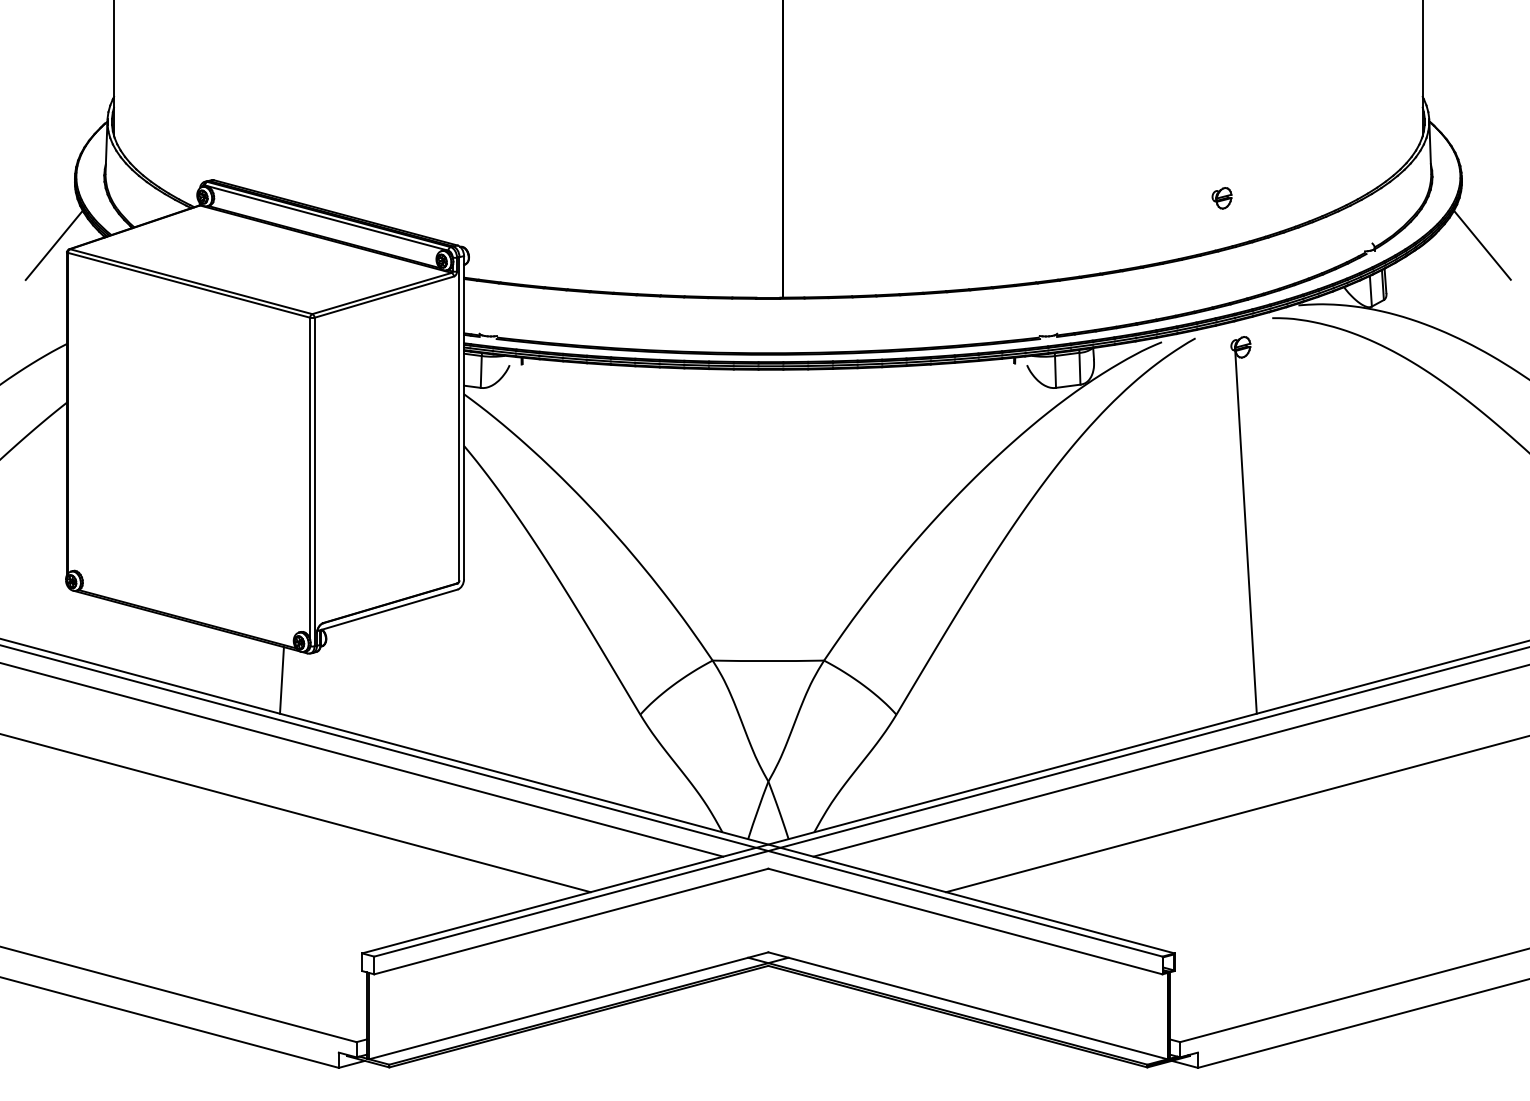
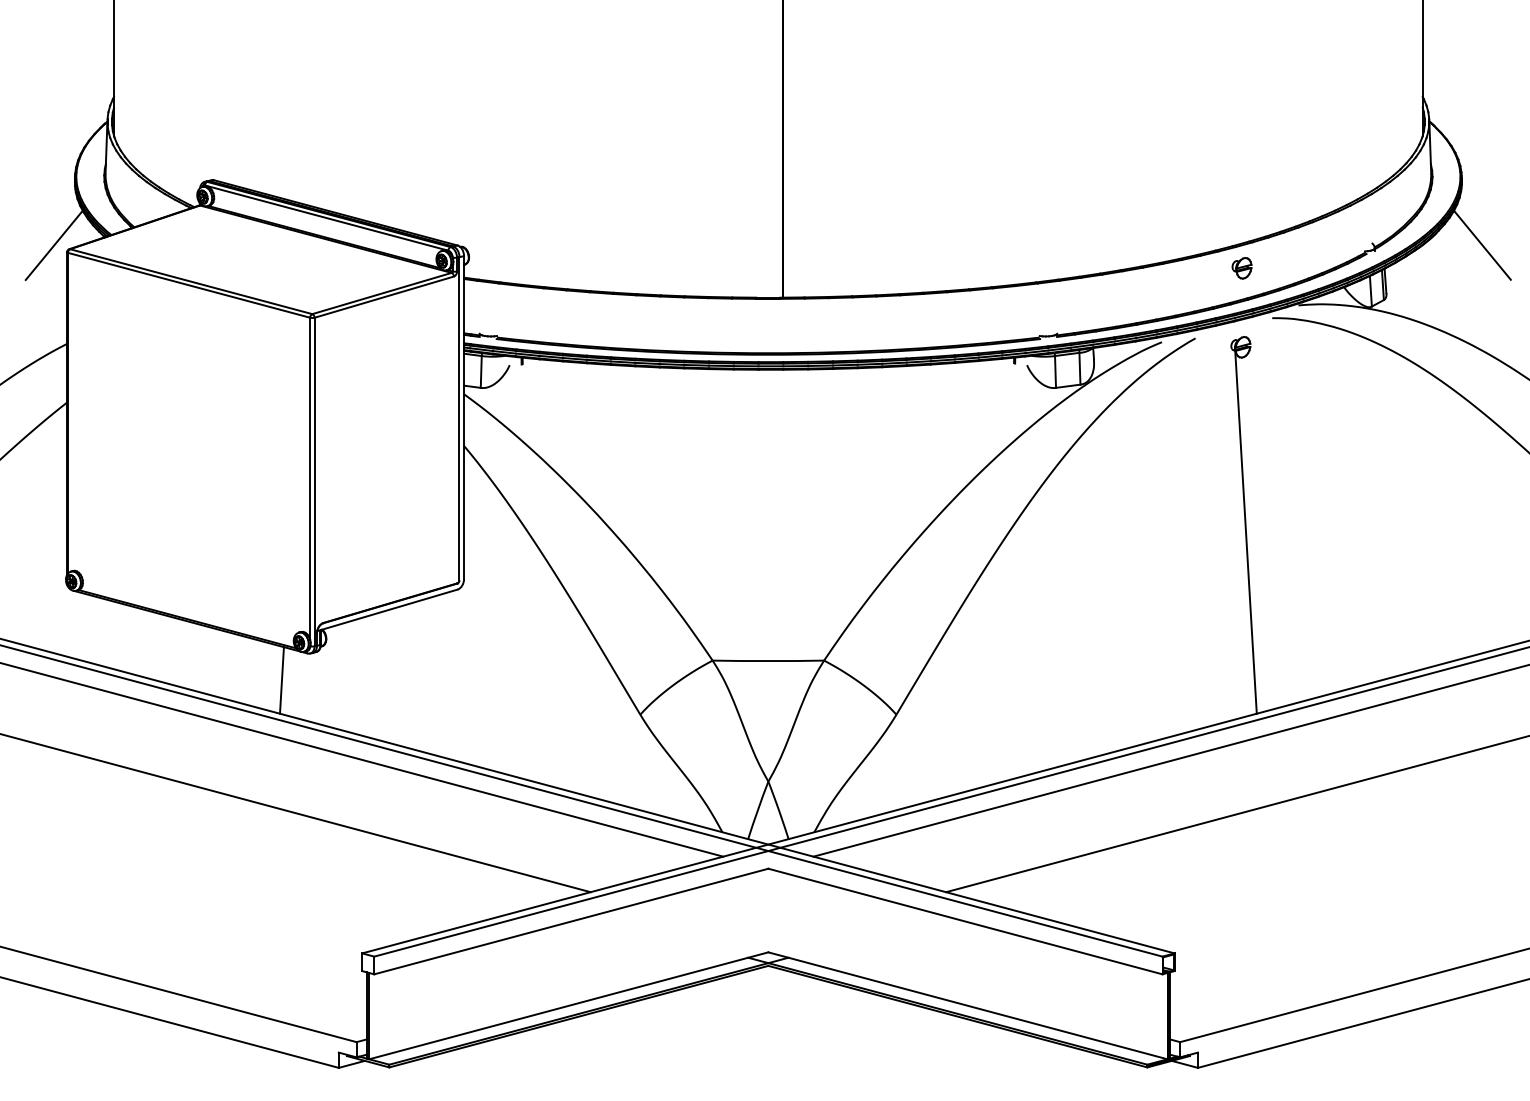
part at (1221, 198) position: (1221, 198) -> (1241, 268)
